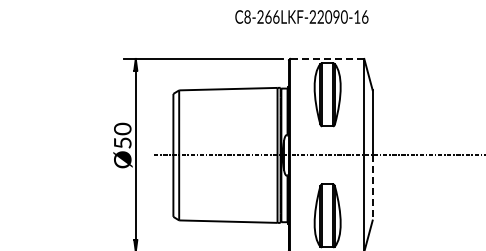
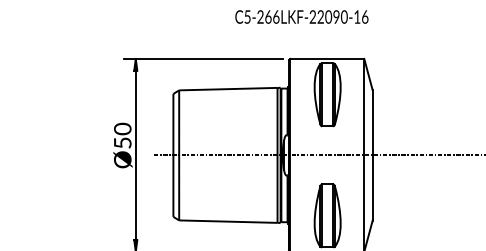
text at (247, 16): C8-266LKF-22090-16 -> C5-266LKF-22090-16
line at (326, 58): dashed -> solid
line at (372, 187): dashed -> solid
